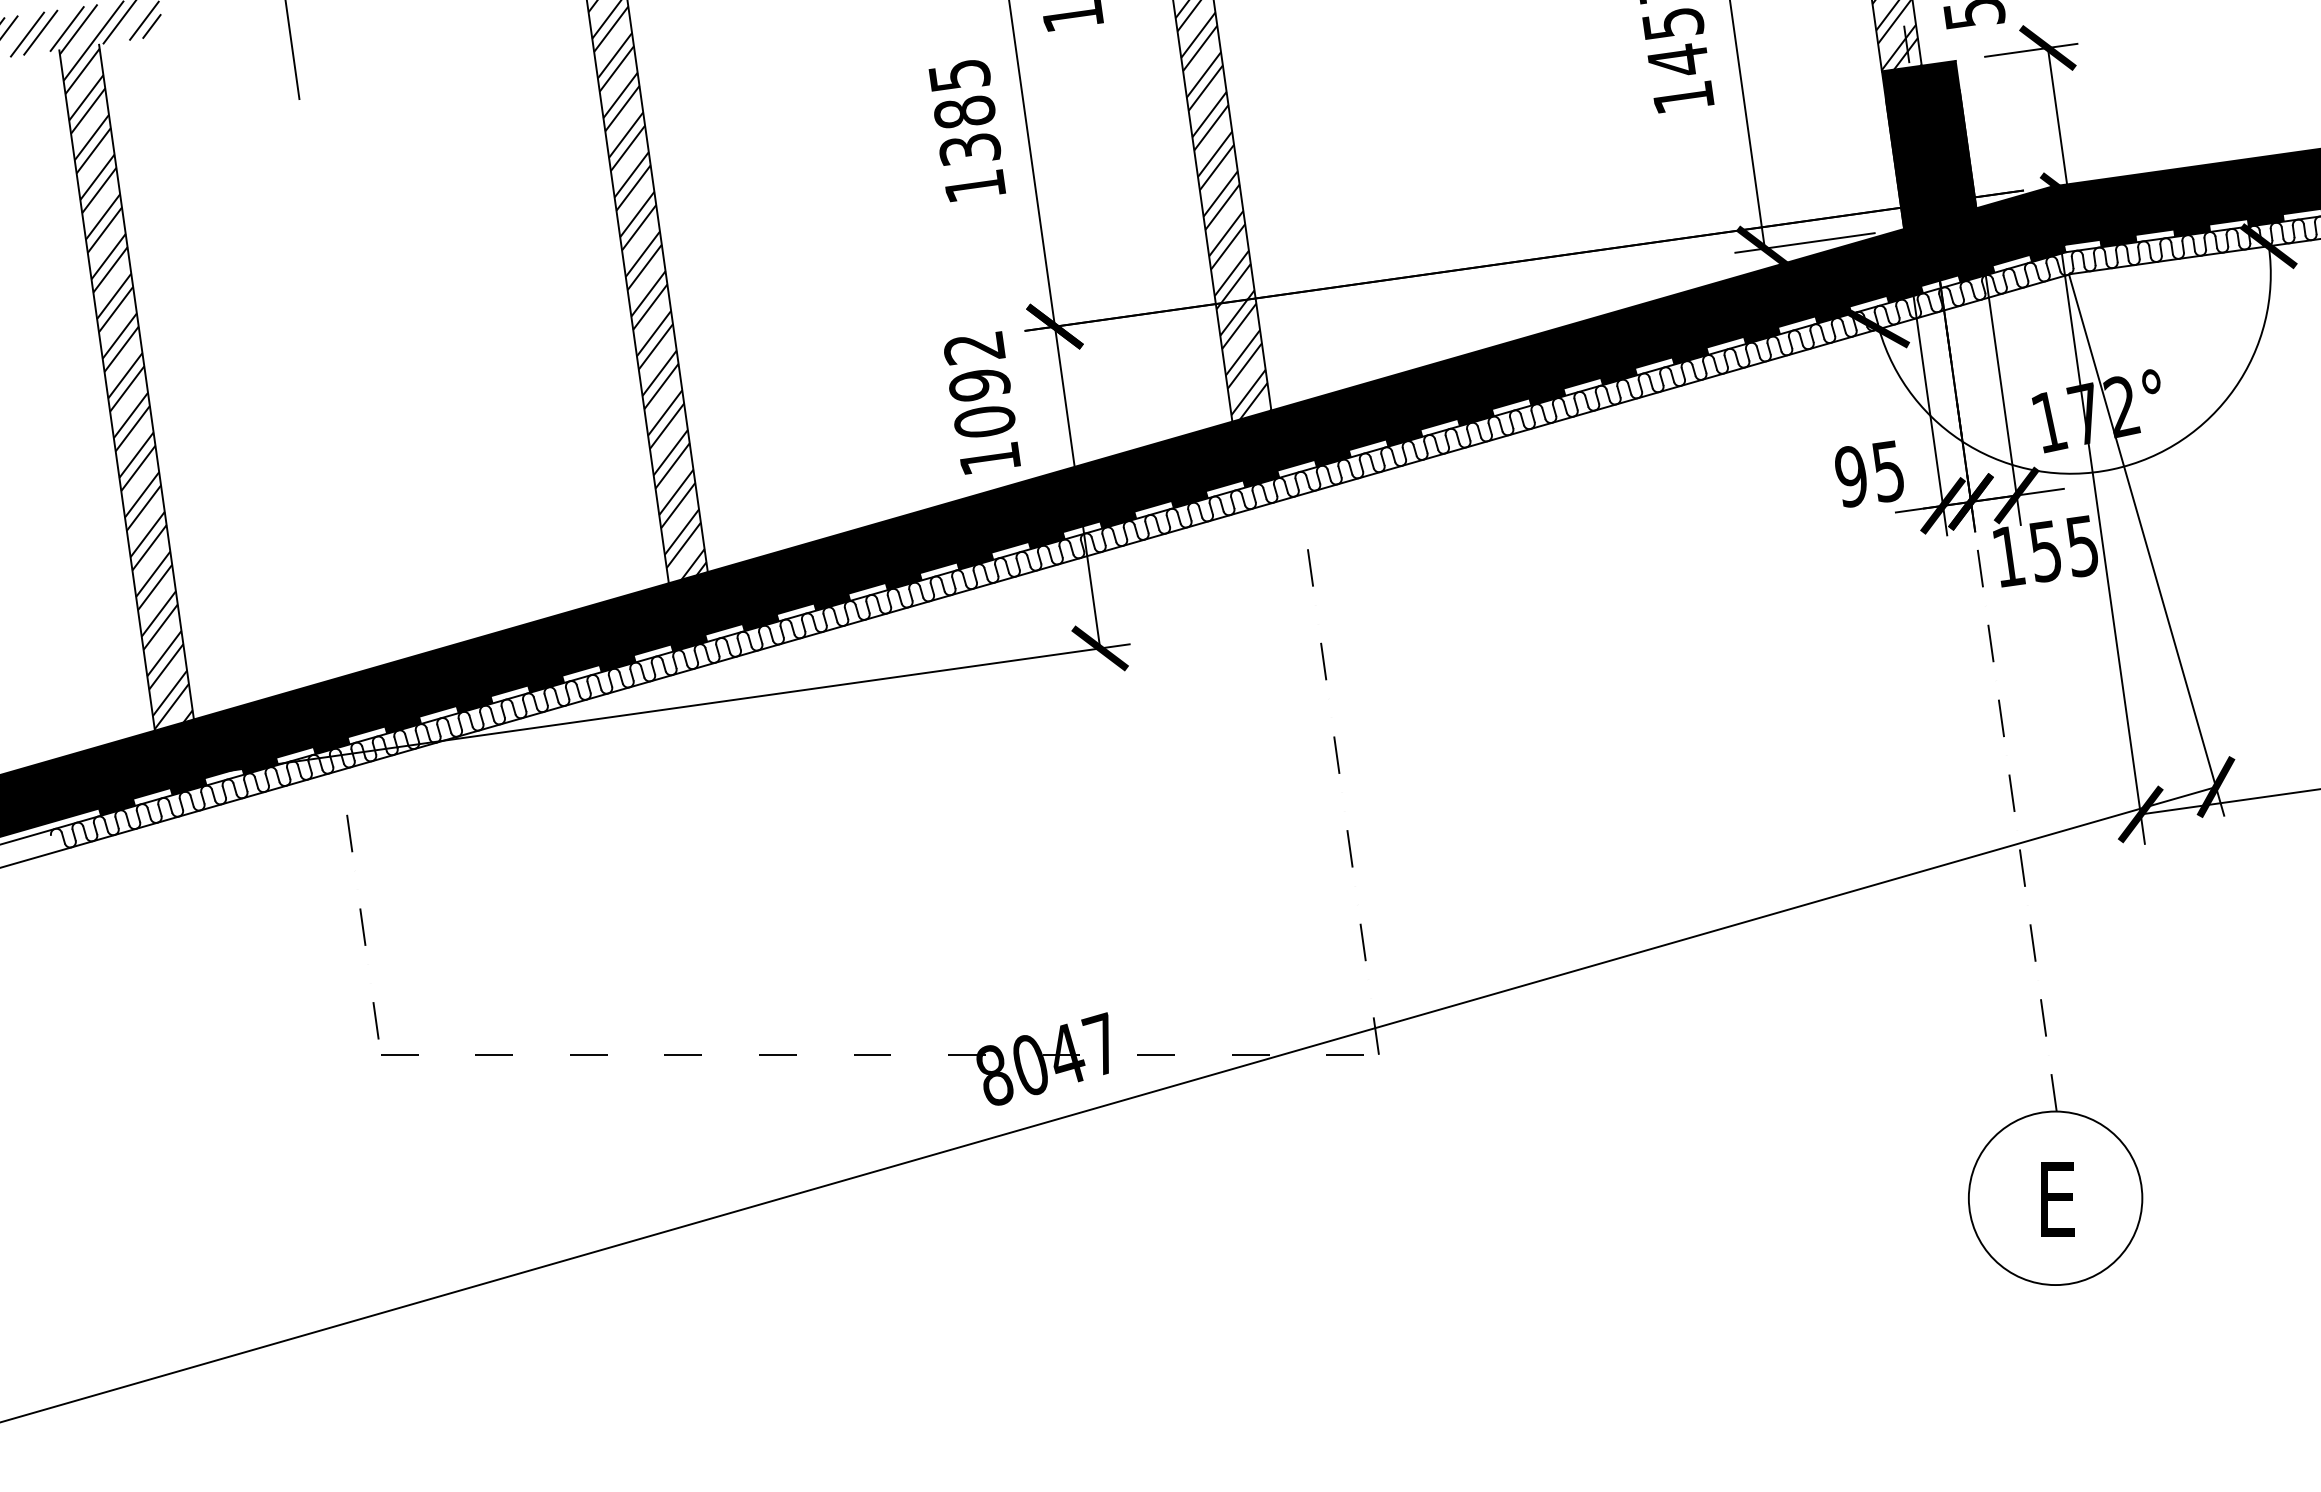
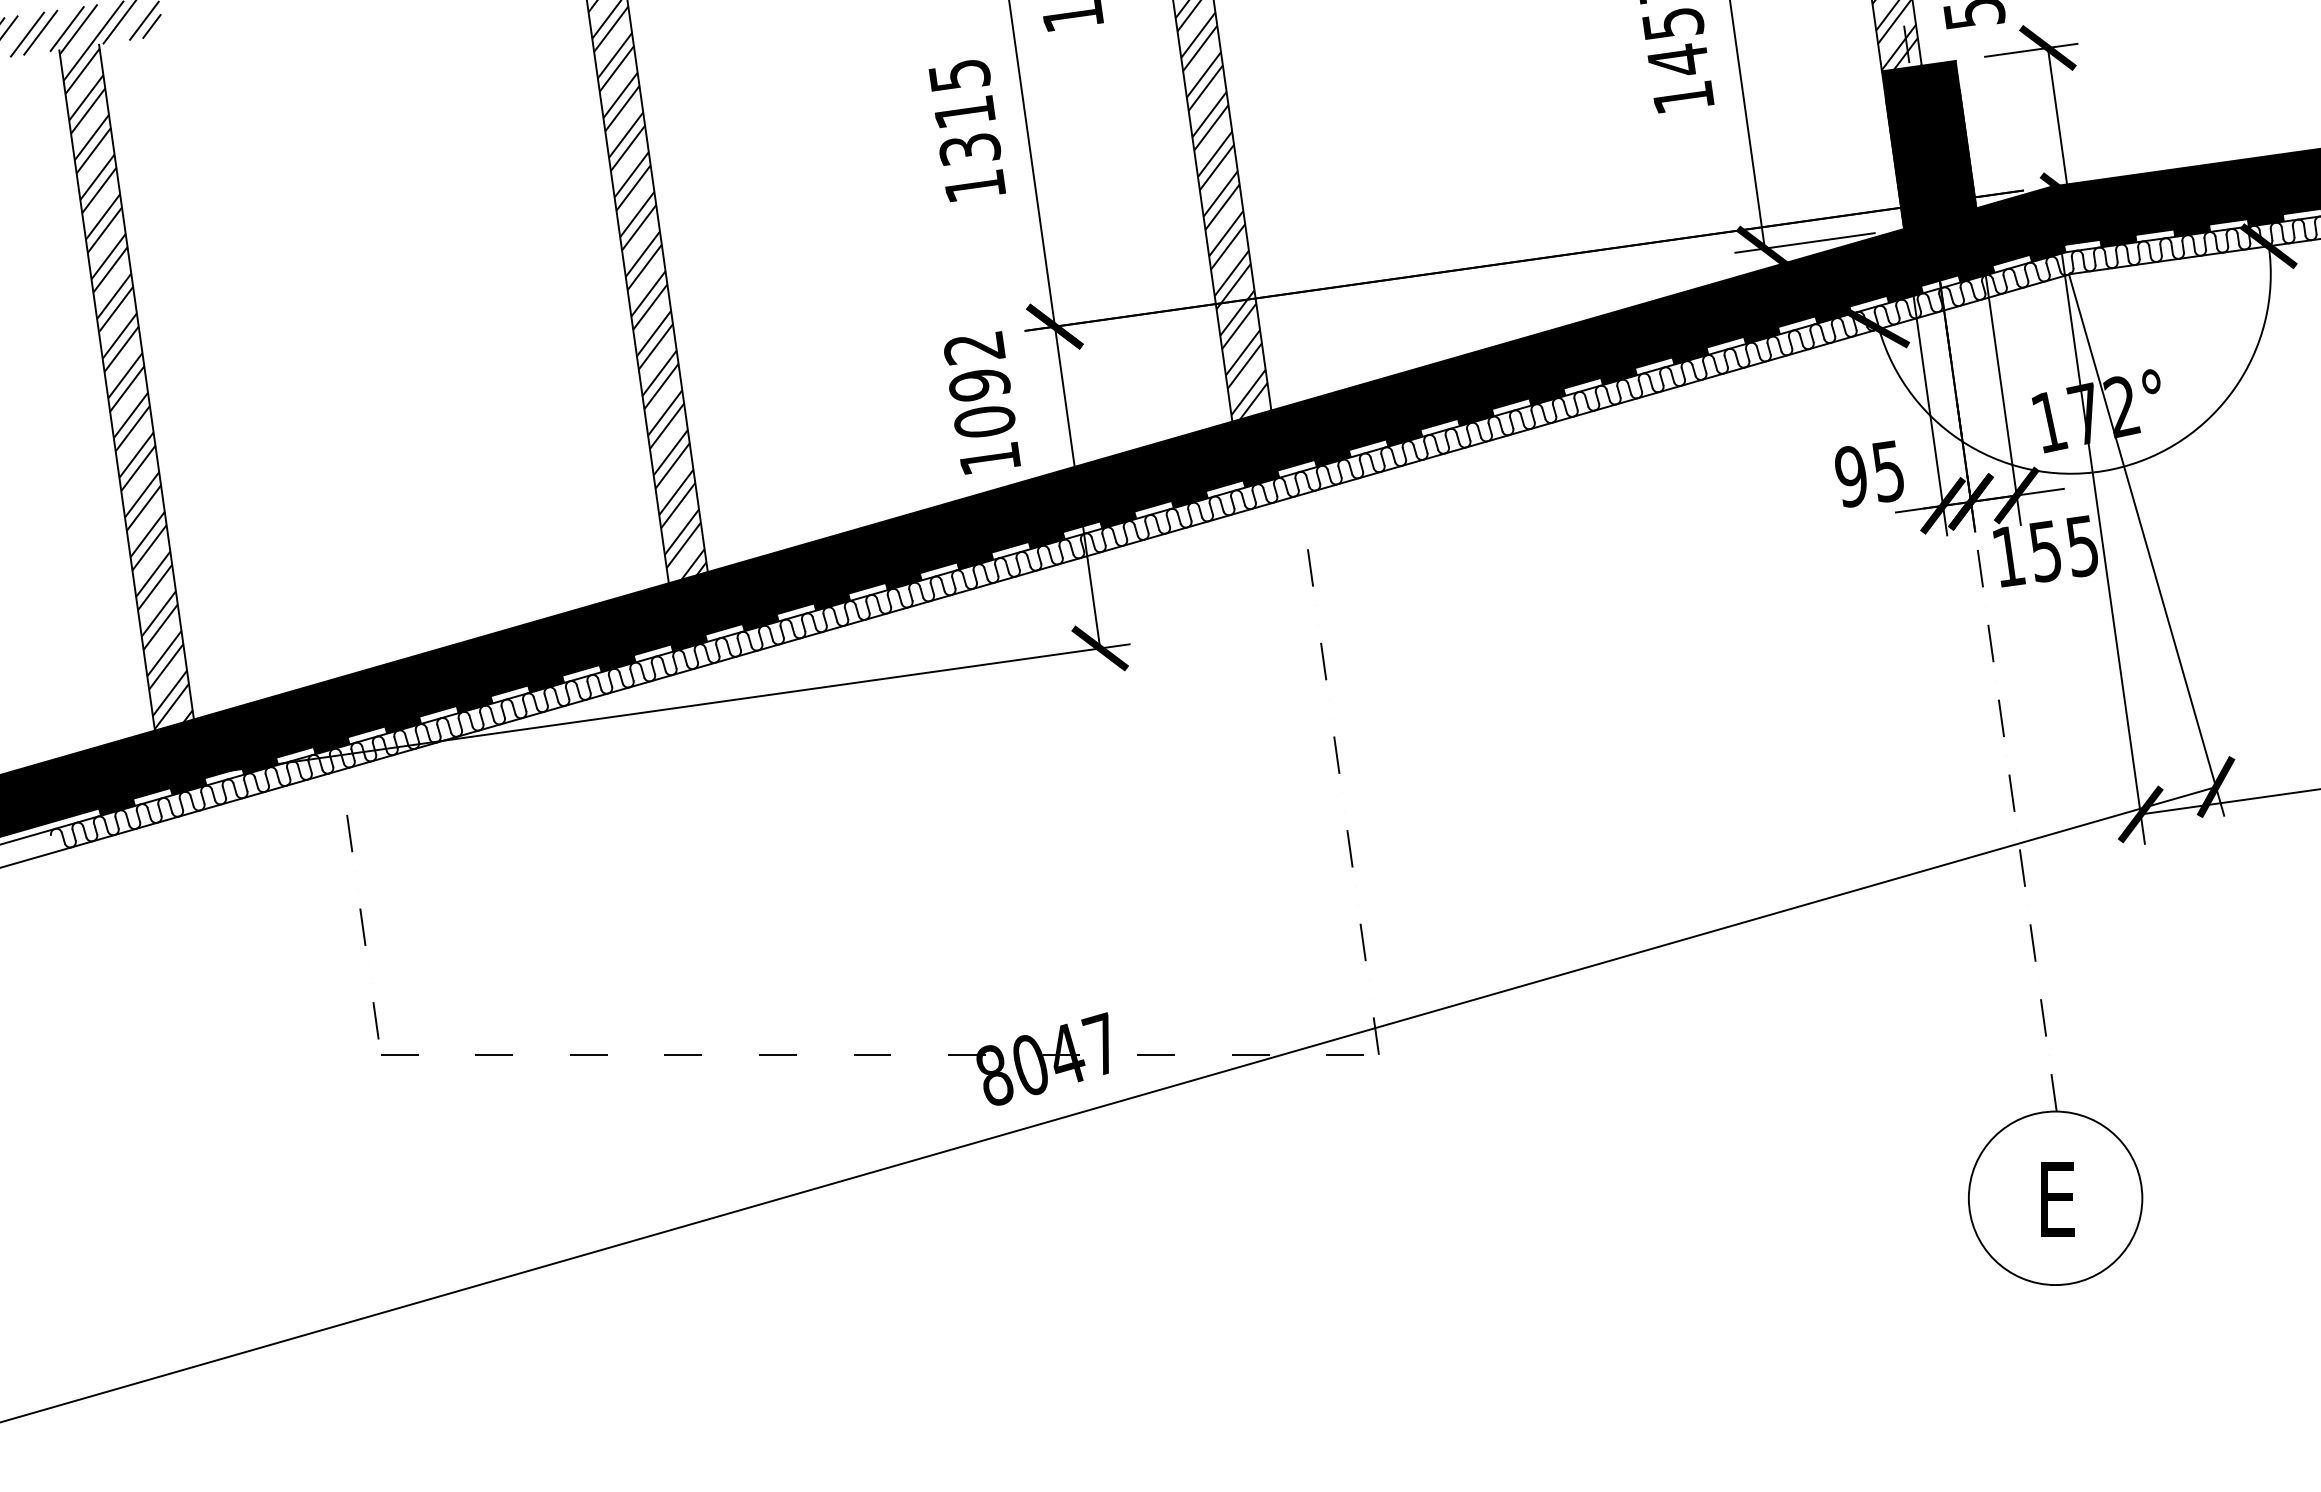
line at (292, 50): present -> none
text at (964, 111): 1385 -> 1315
